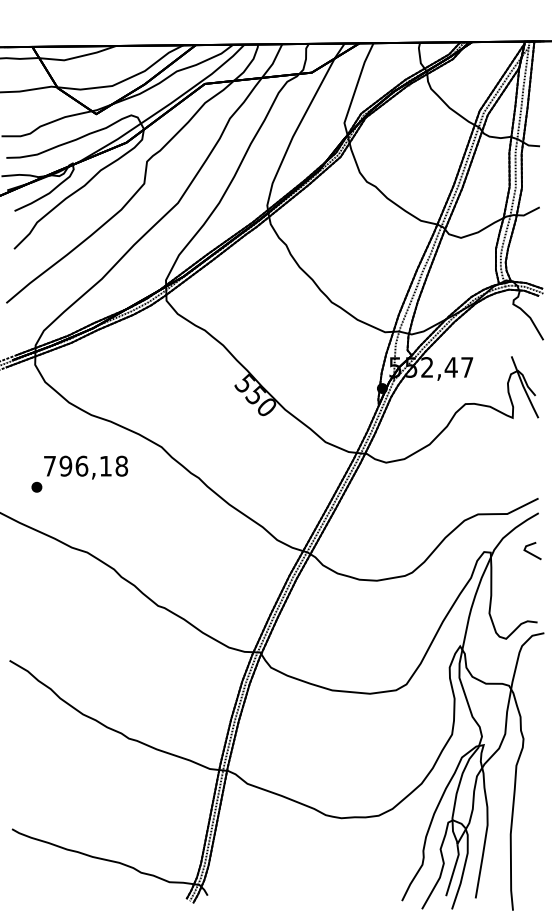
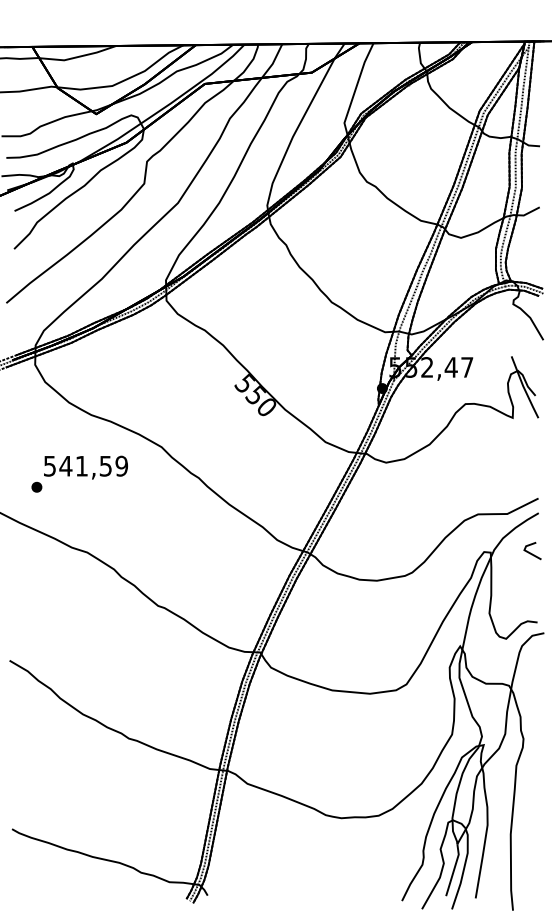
text at (86, 465): 796,18 -> 541,59
